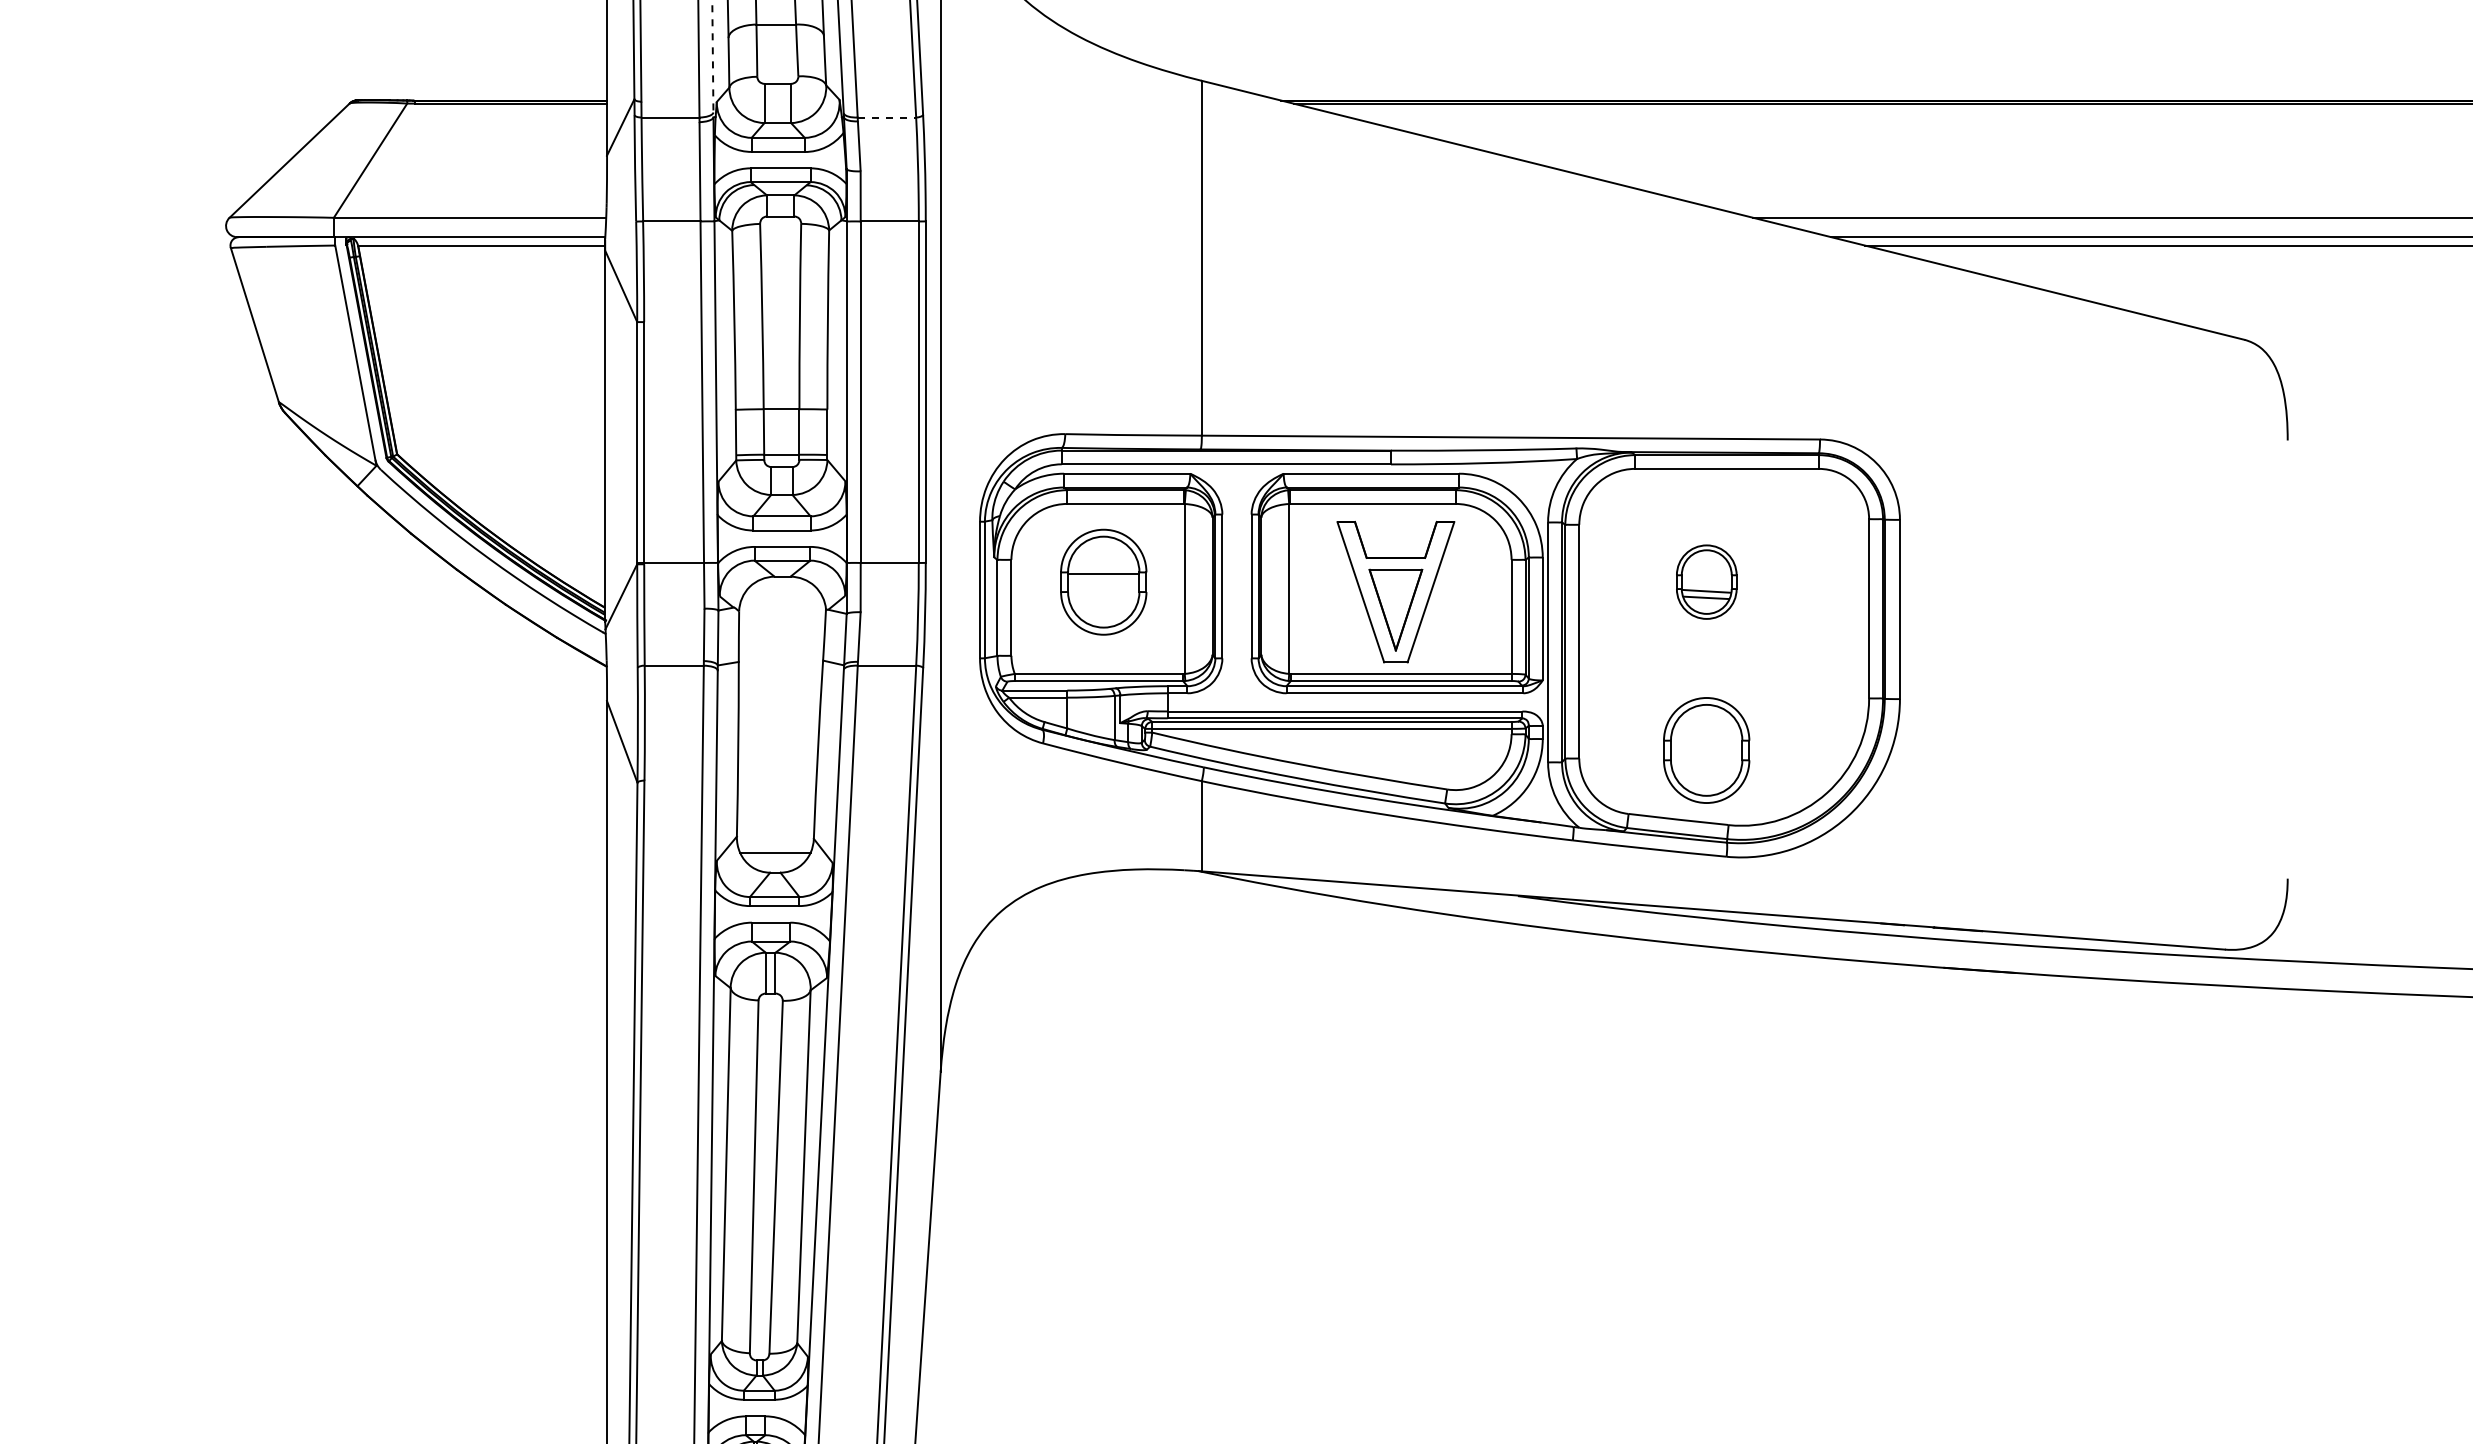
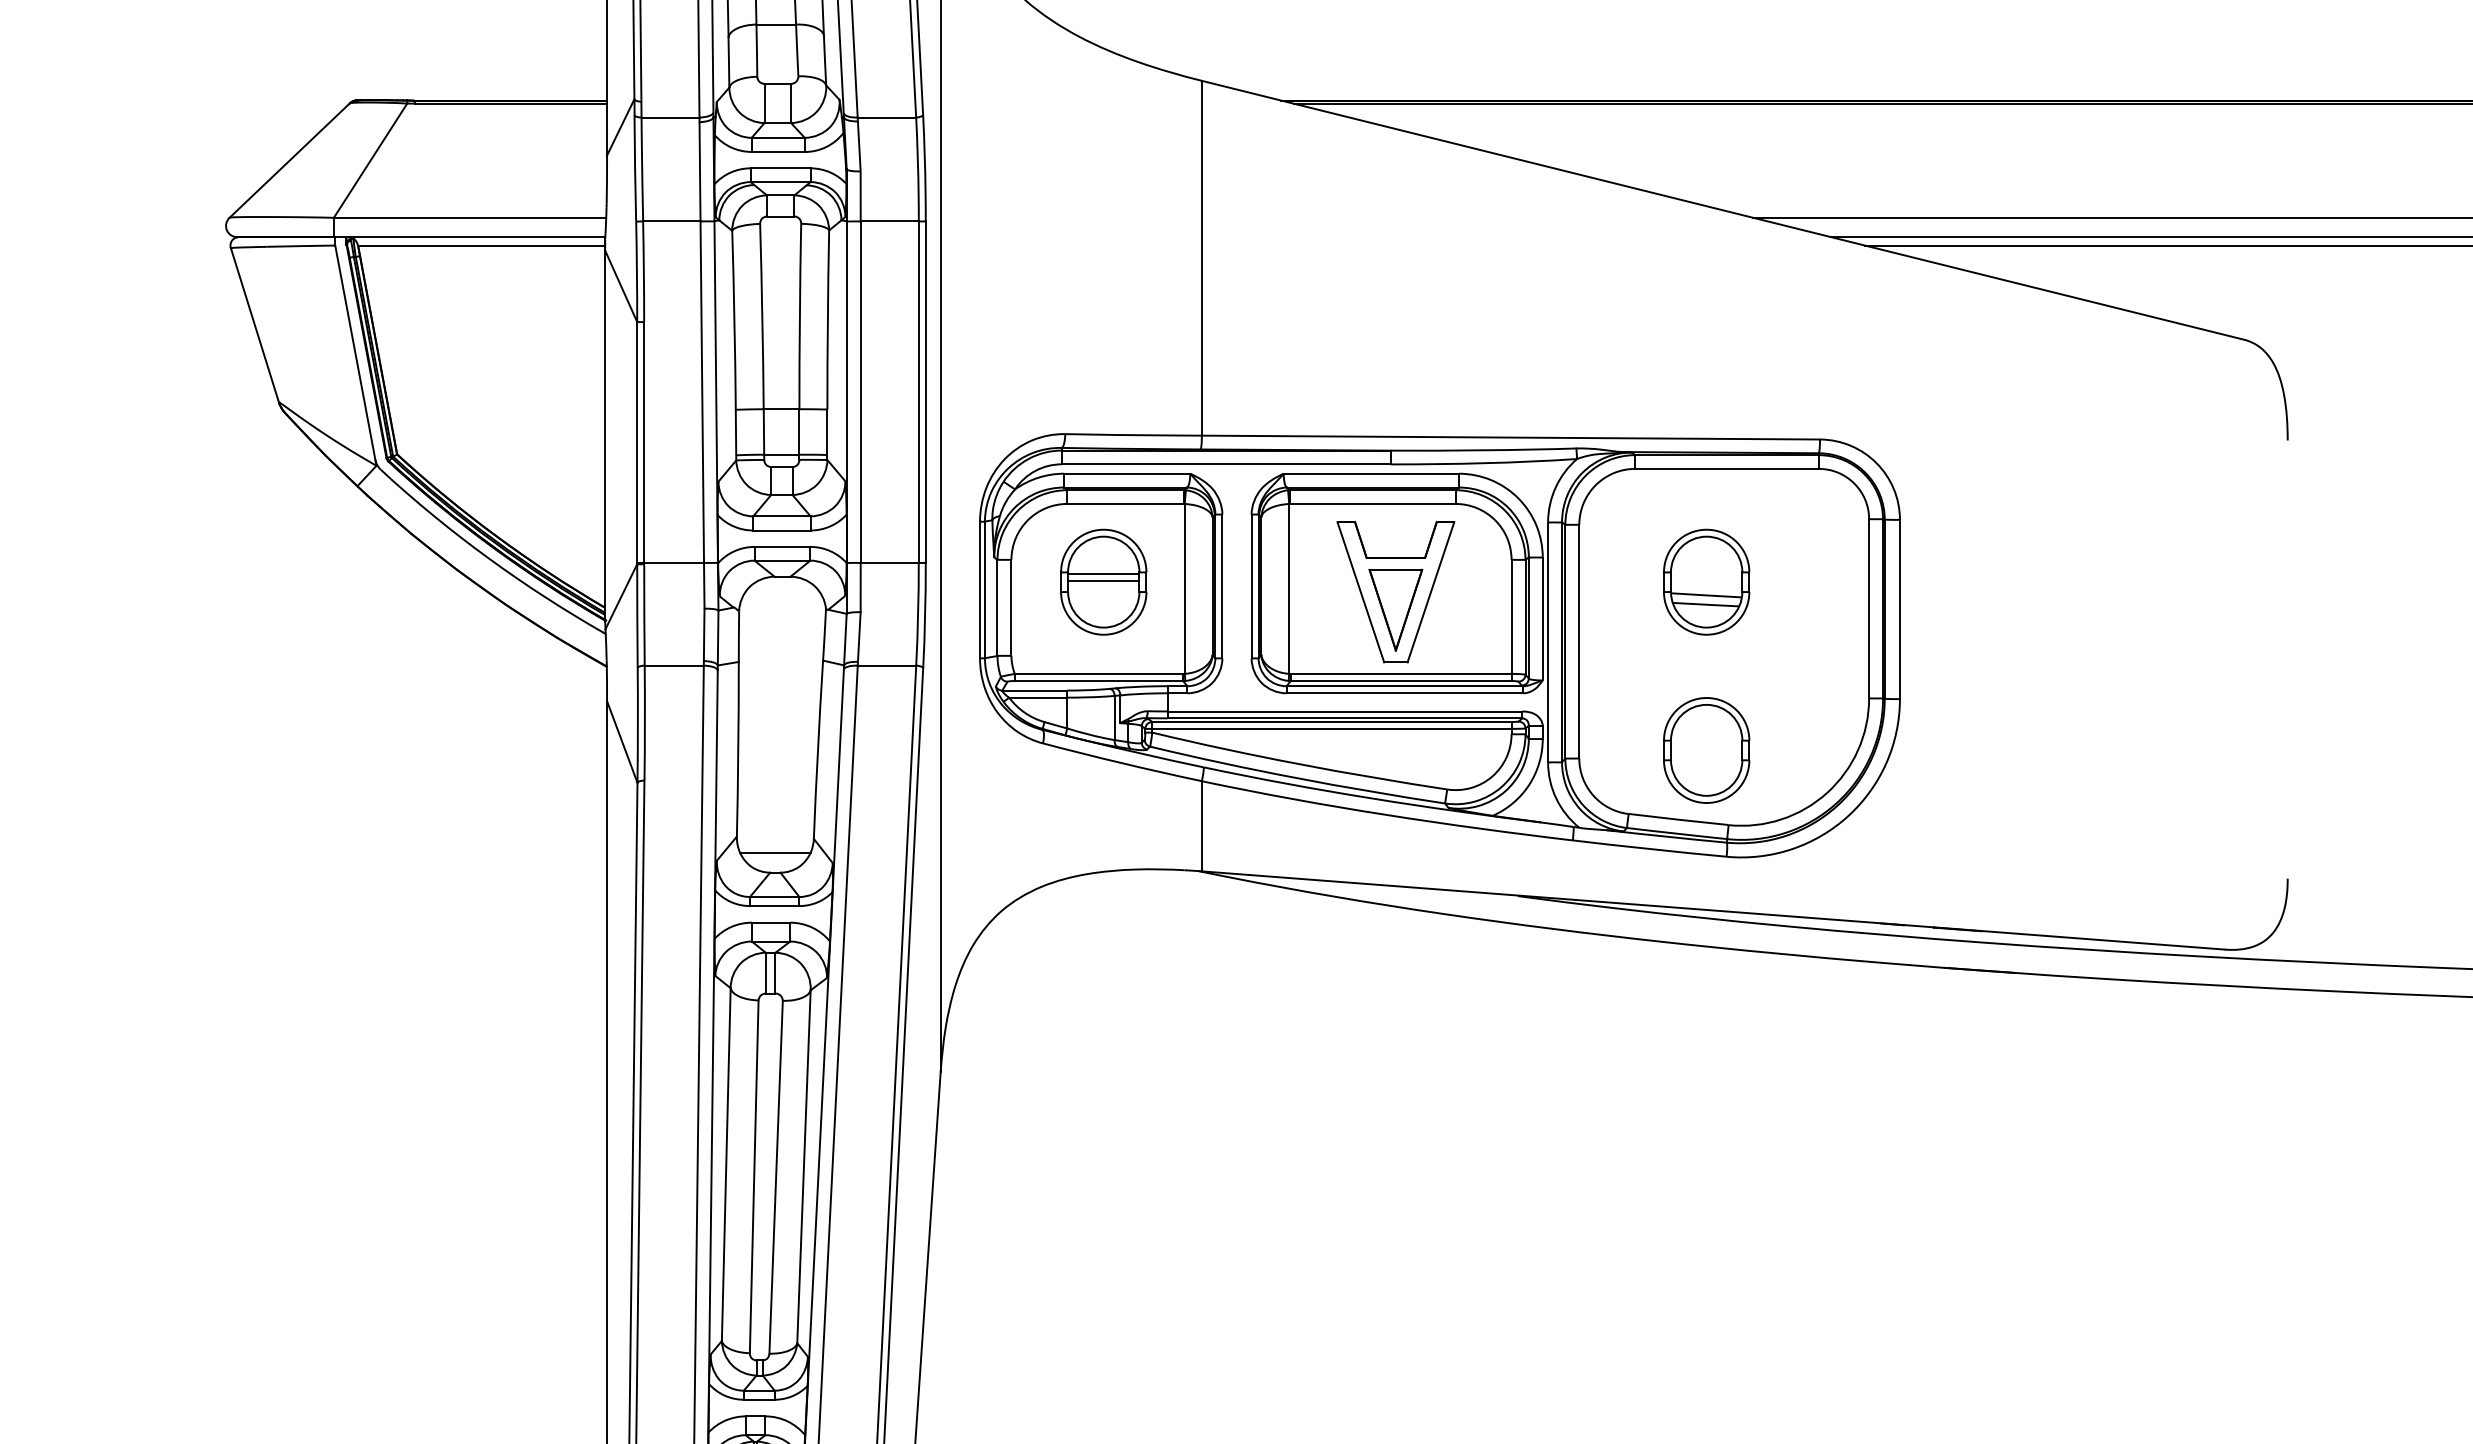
line at (712, 59): dashed -> solid
line at (887, 117): dashed -> solid
line at (1103, 580): none -> present
part at (1706, 581) size: 62x76 px -> 88x108 px
